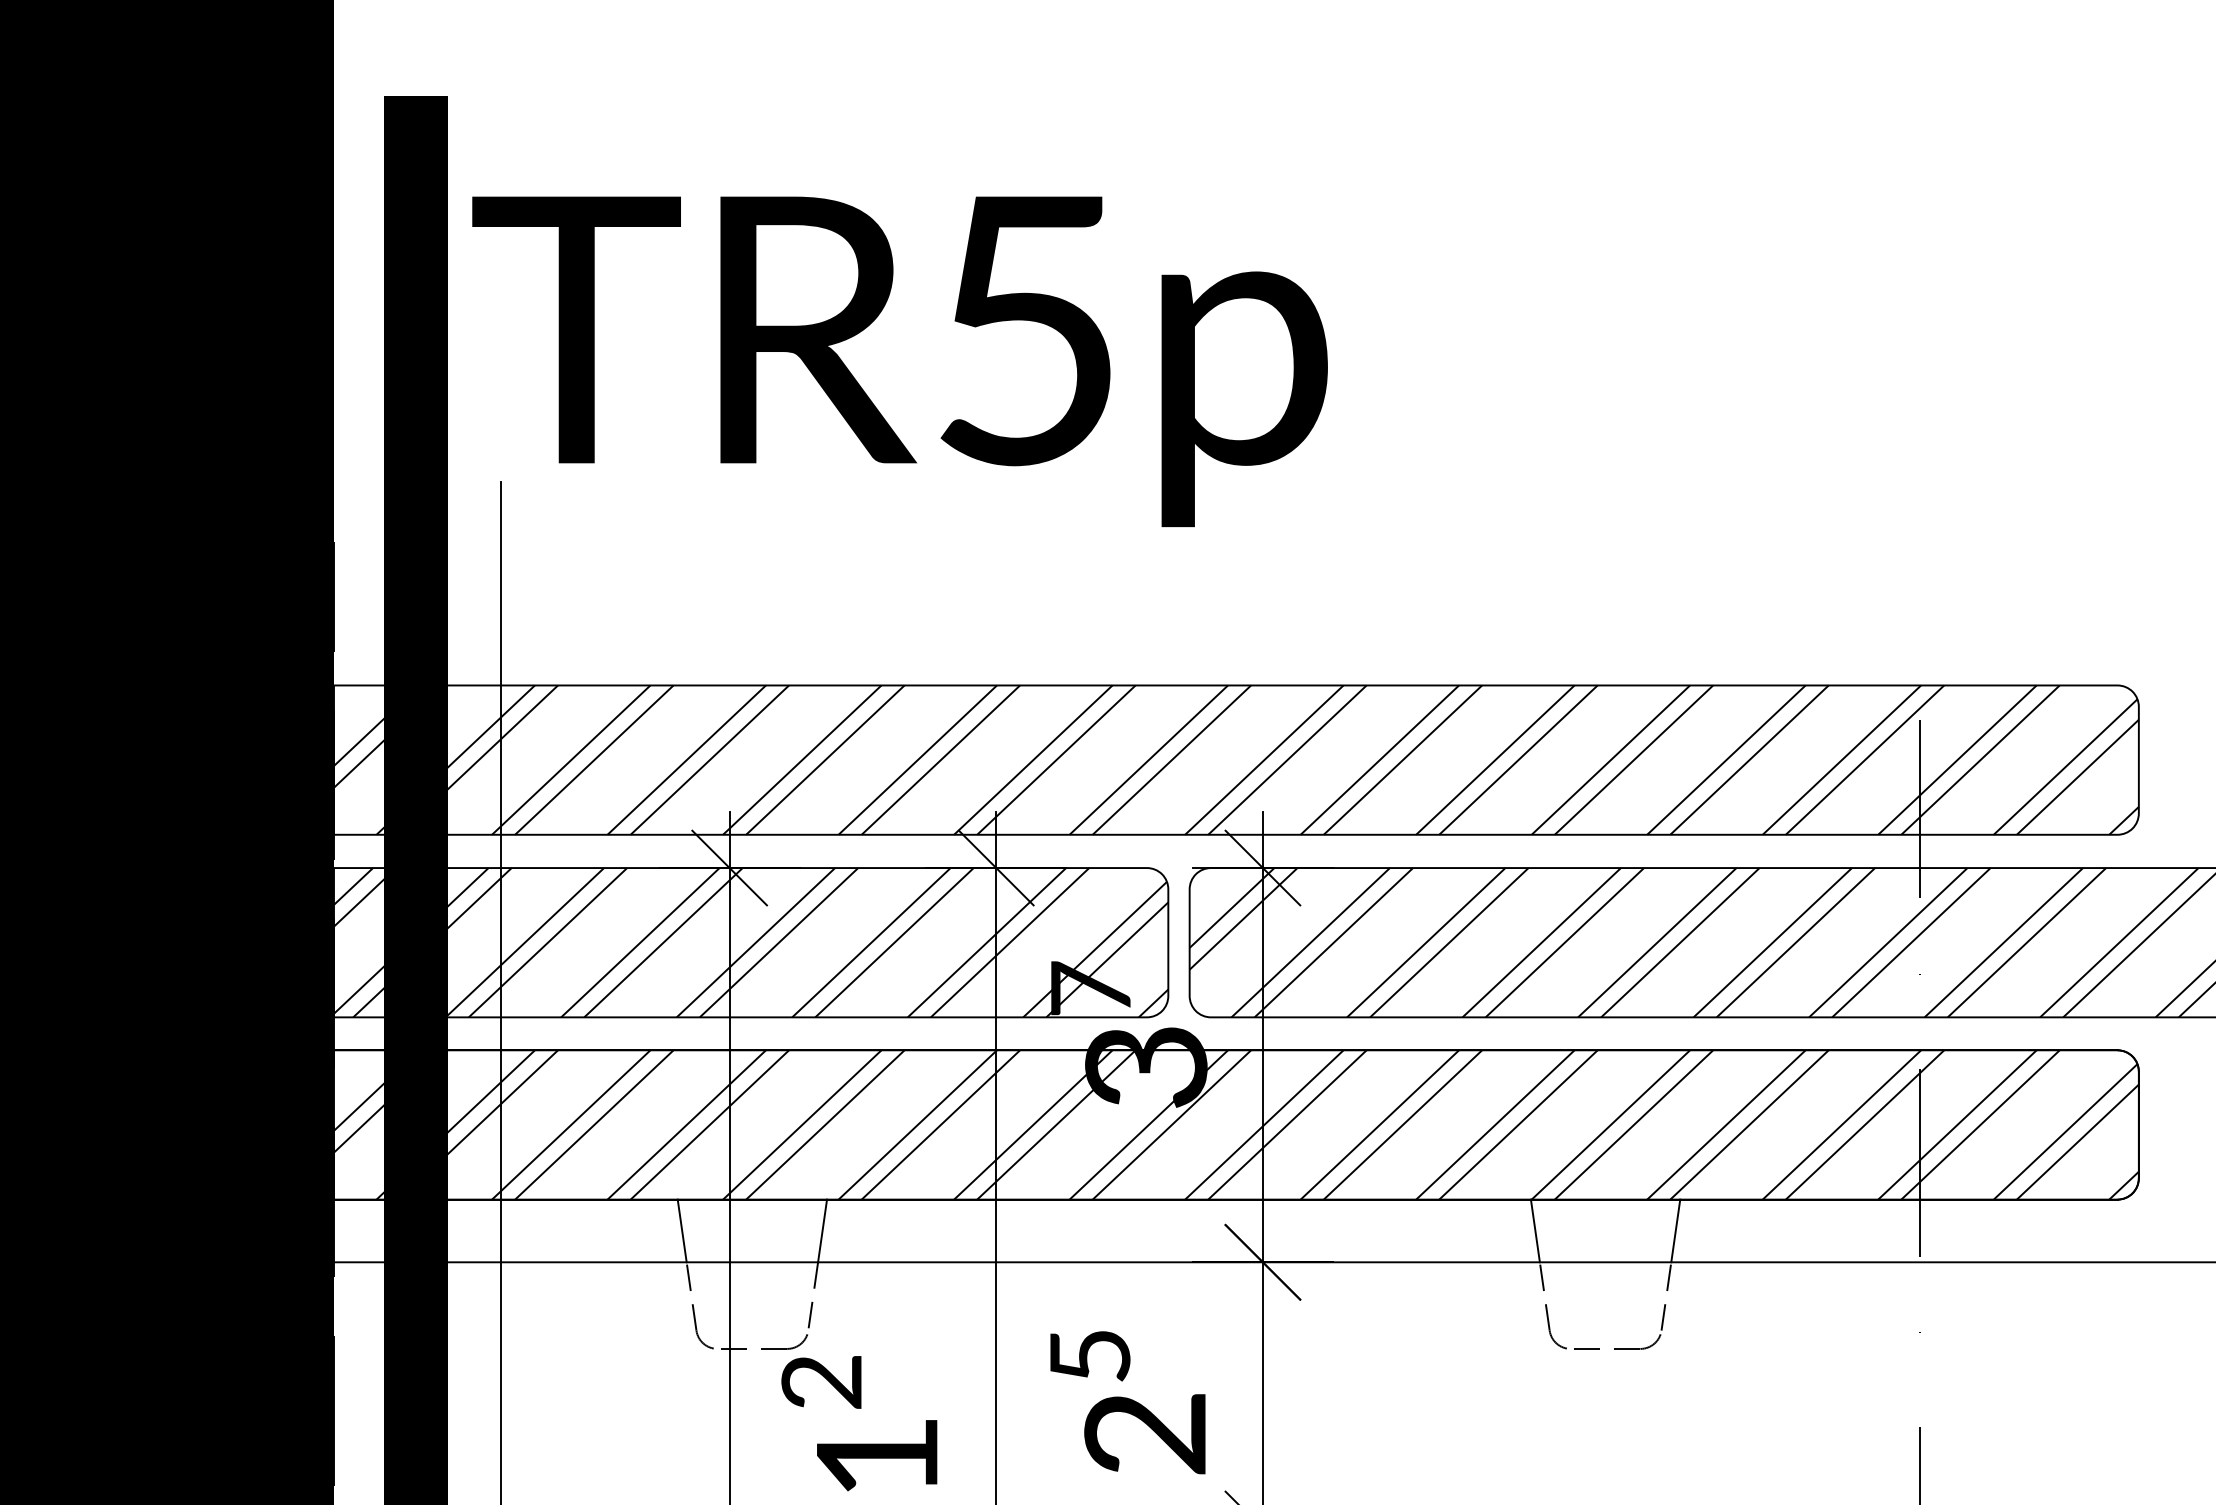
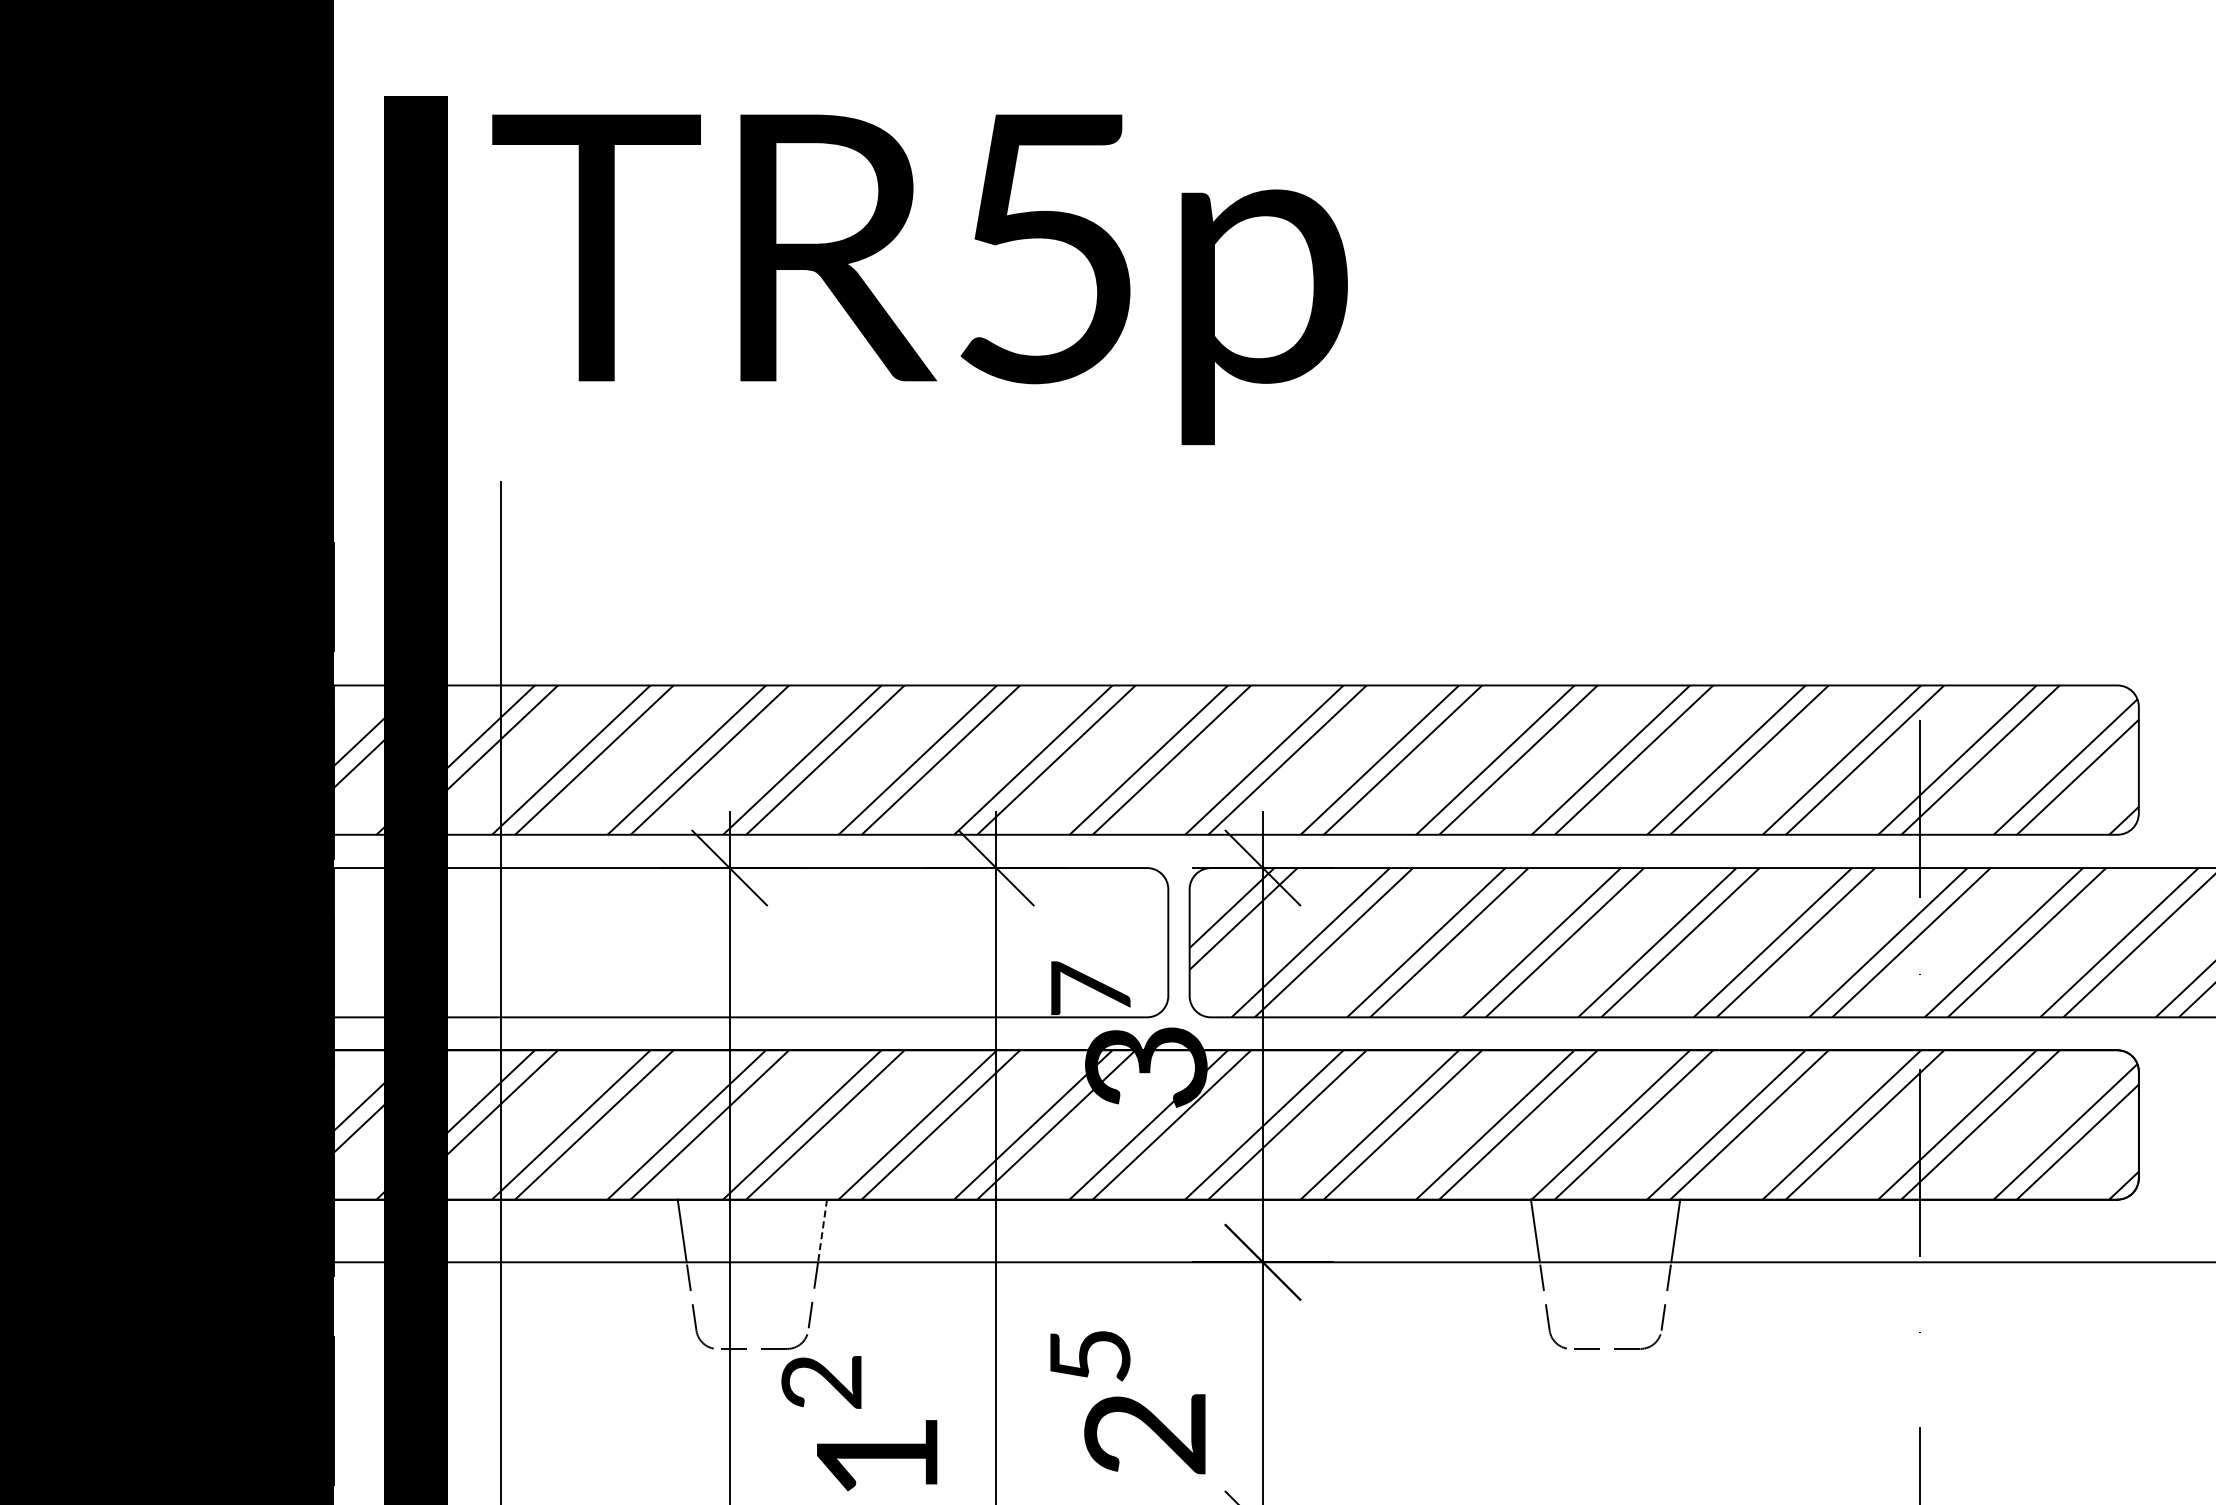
text at (899, 361) position: (899, 361) -> (919, 279)
hatch at (750, 942): present -> none
line at (822, 1230): solid -> dashed
